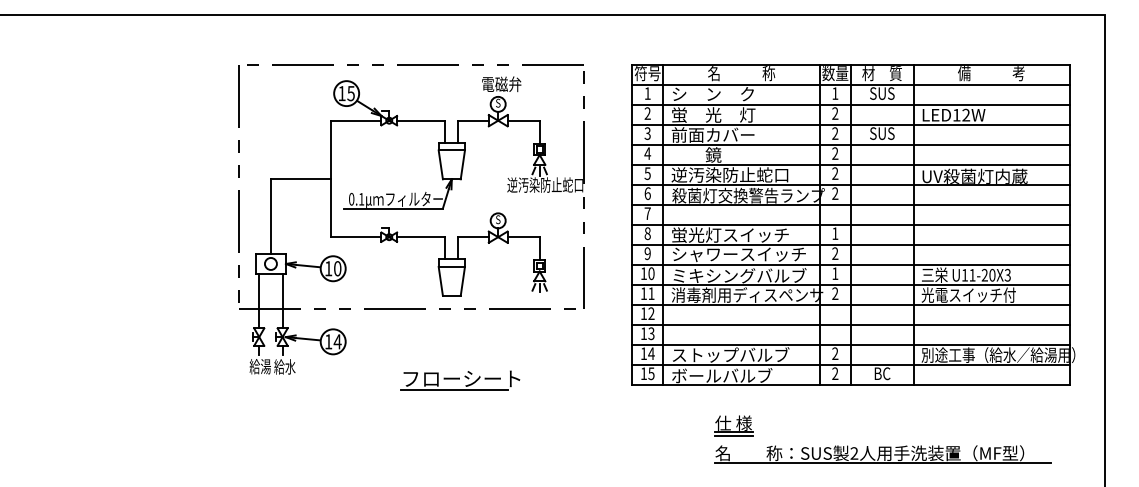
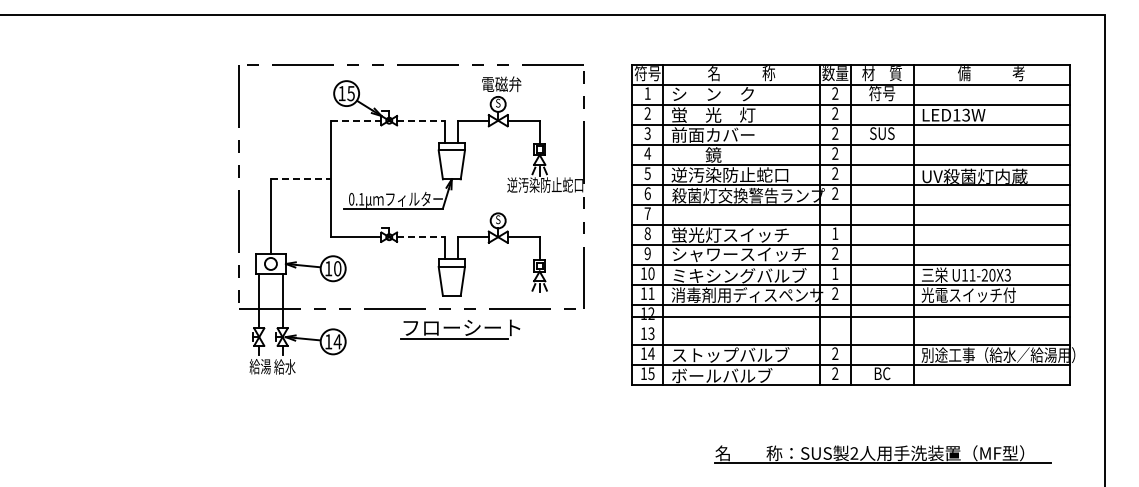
text at (835, 93): 1 -> 2
text at (882, 93): SUS -> 符号
text at (966, 115): LED12W -> LED13W
line at (356, 120): solid -> dashed
line at (421, 120): solid -> dashed
line at (300, 178): solid -> dashed
line at (421, 237): solid -> dashed
line at (850, 325) position: (850, 325) -> (850, 317)
part at (460, 380) position: (460, 380) -> (460, 329)
part at (733, 425): present -> none
